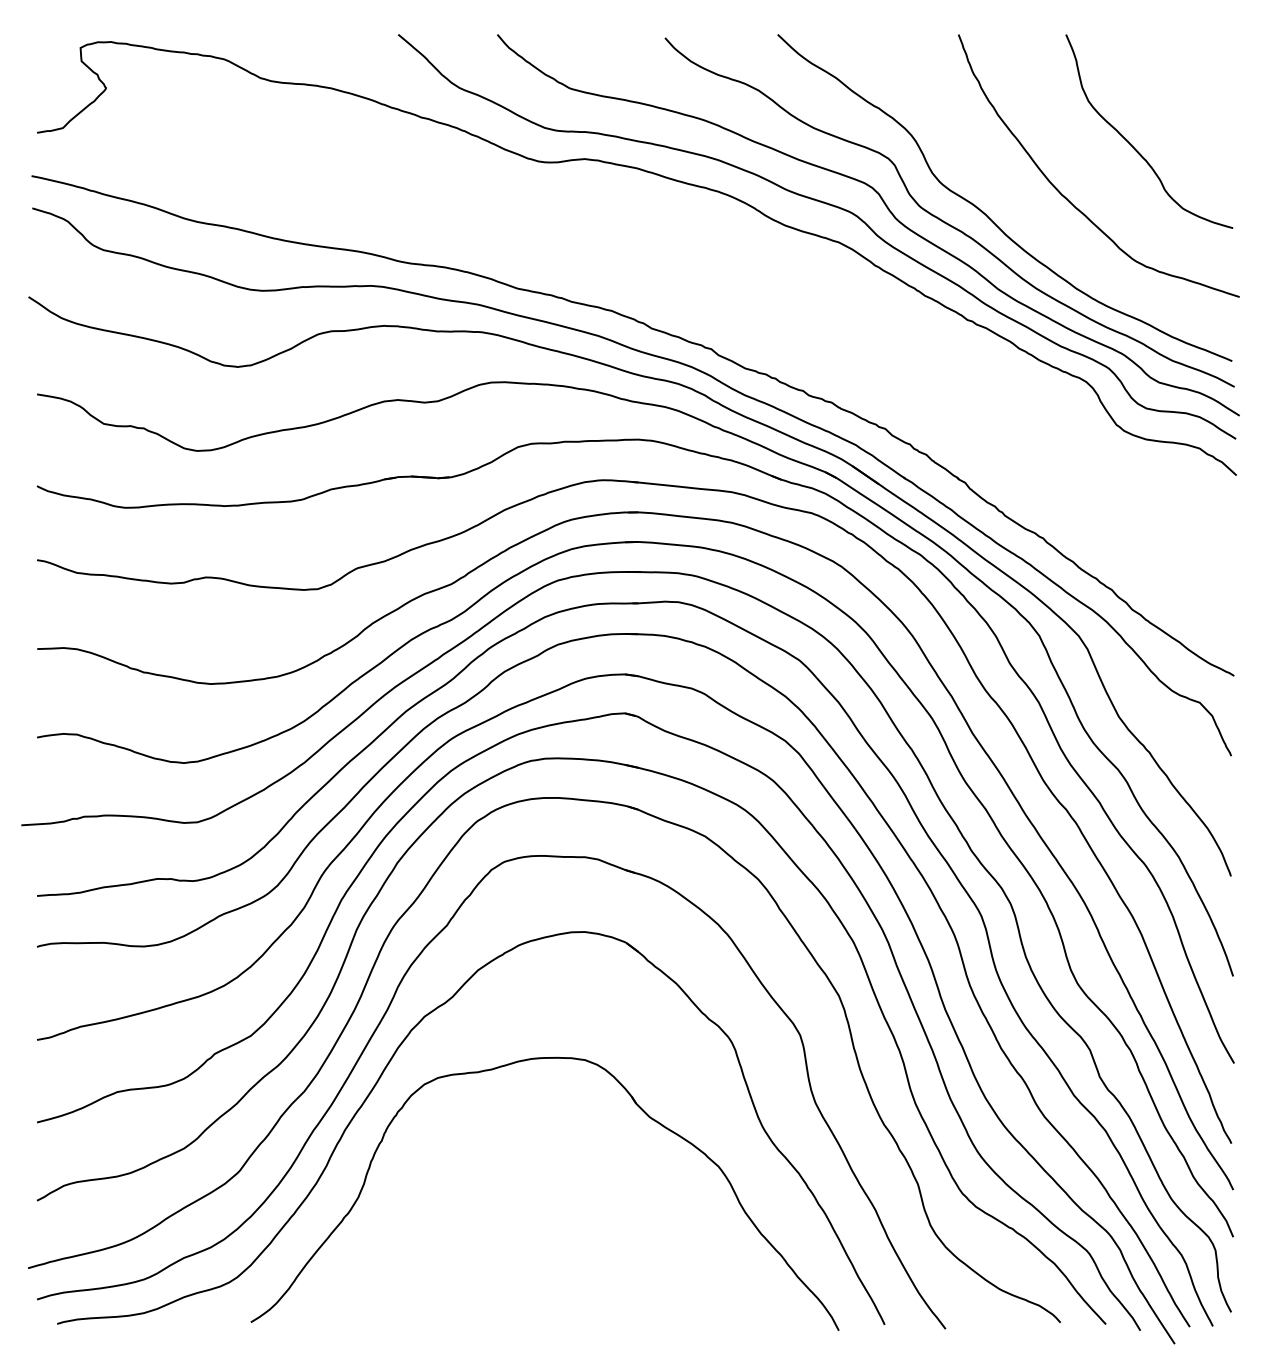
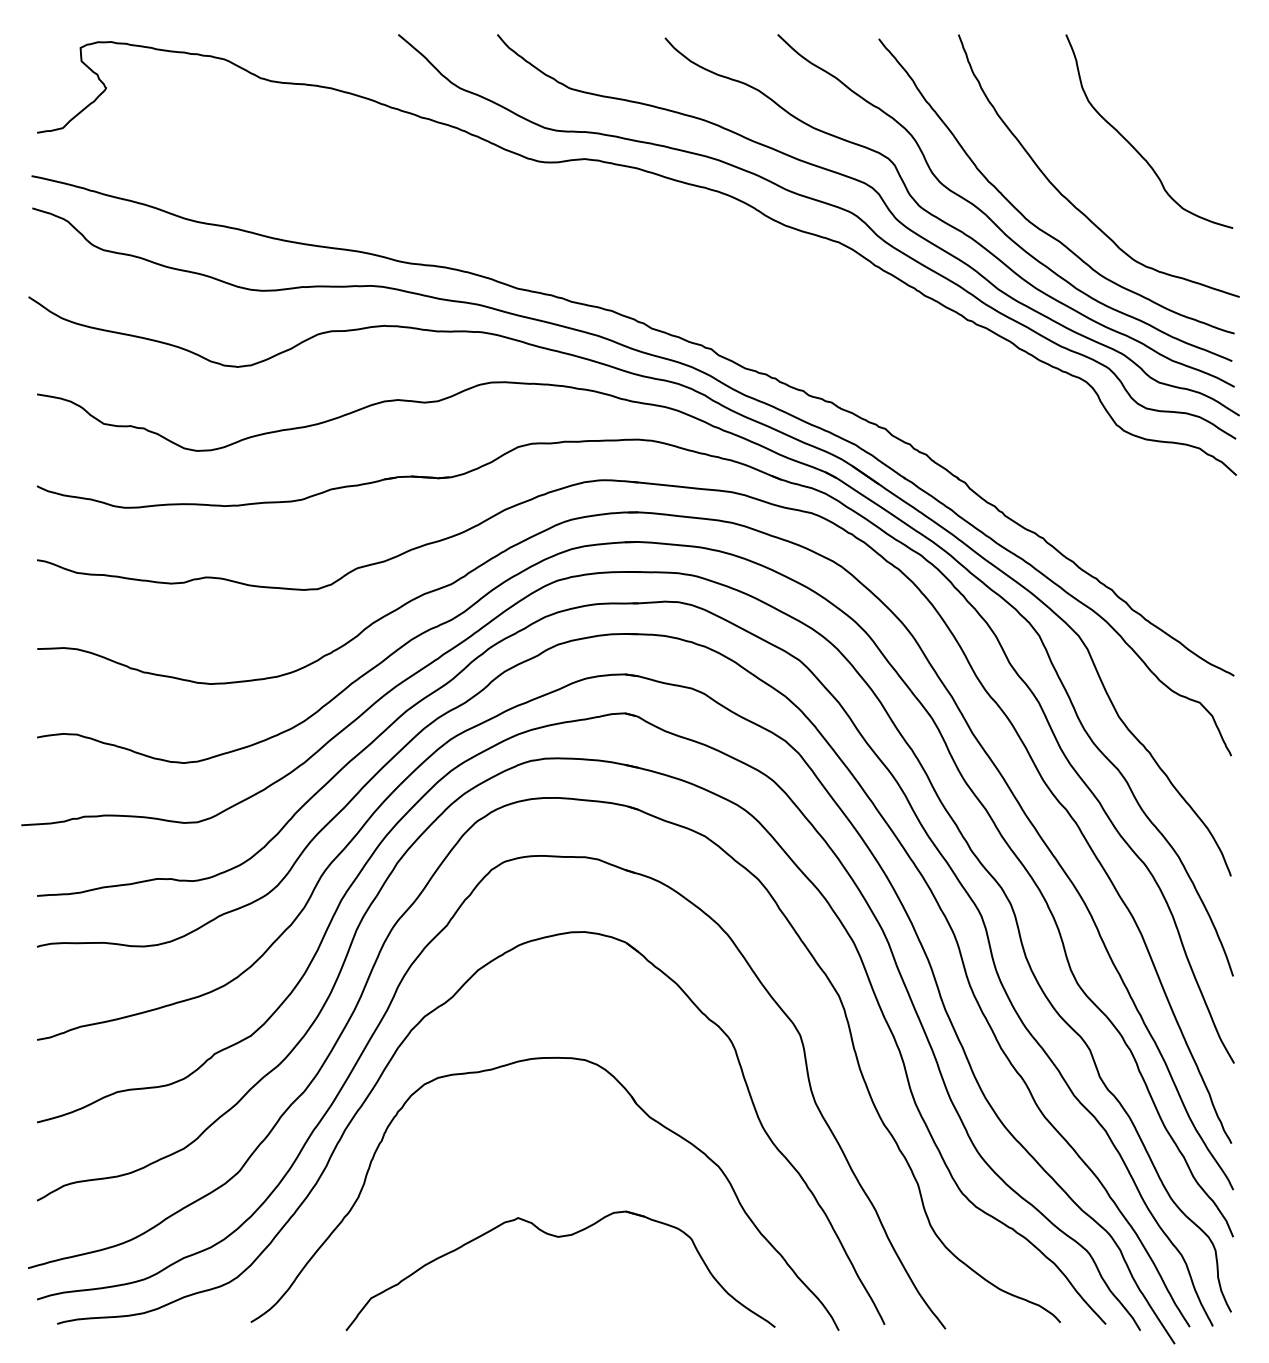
curve at (1025, 216): none -> present
part at (560, 1237): none -> present
